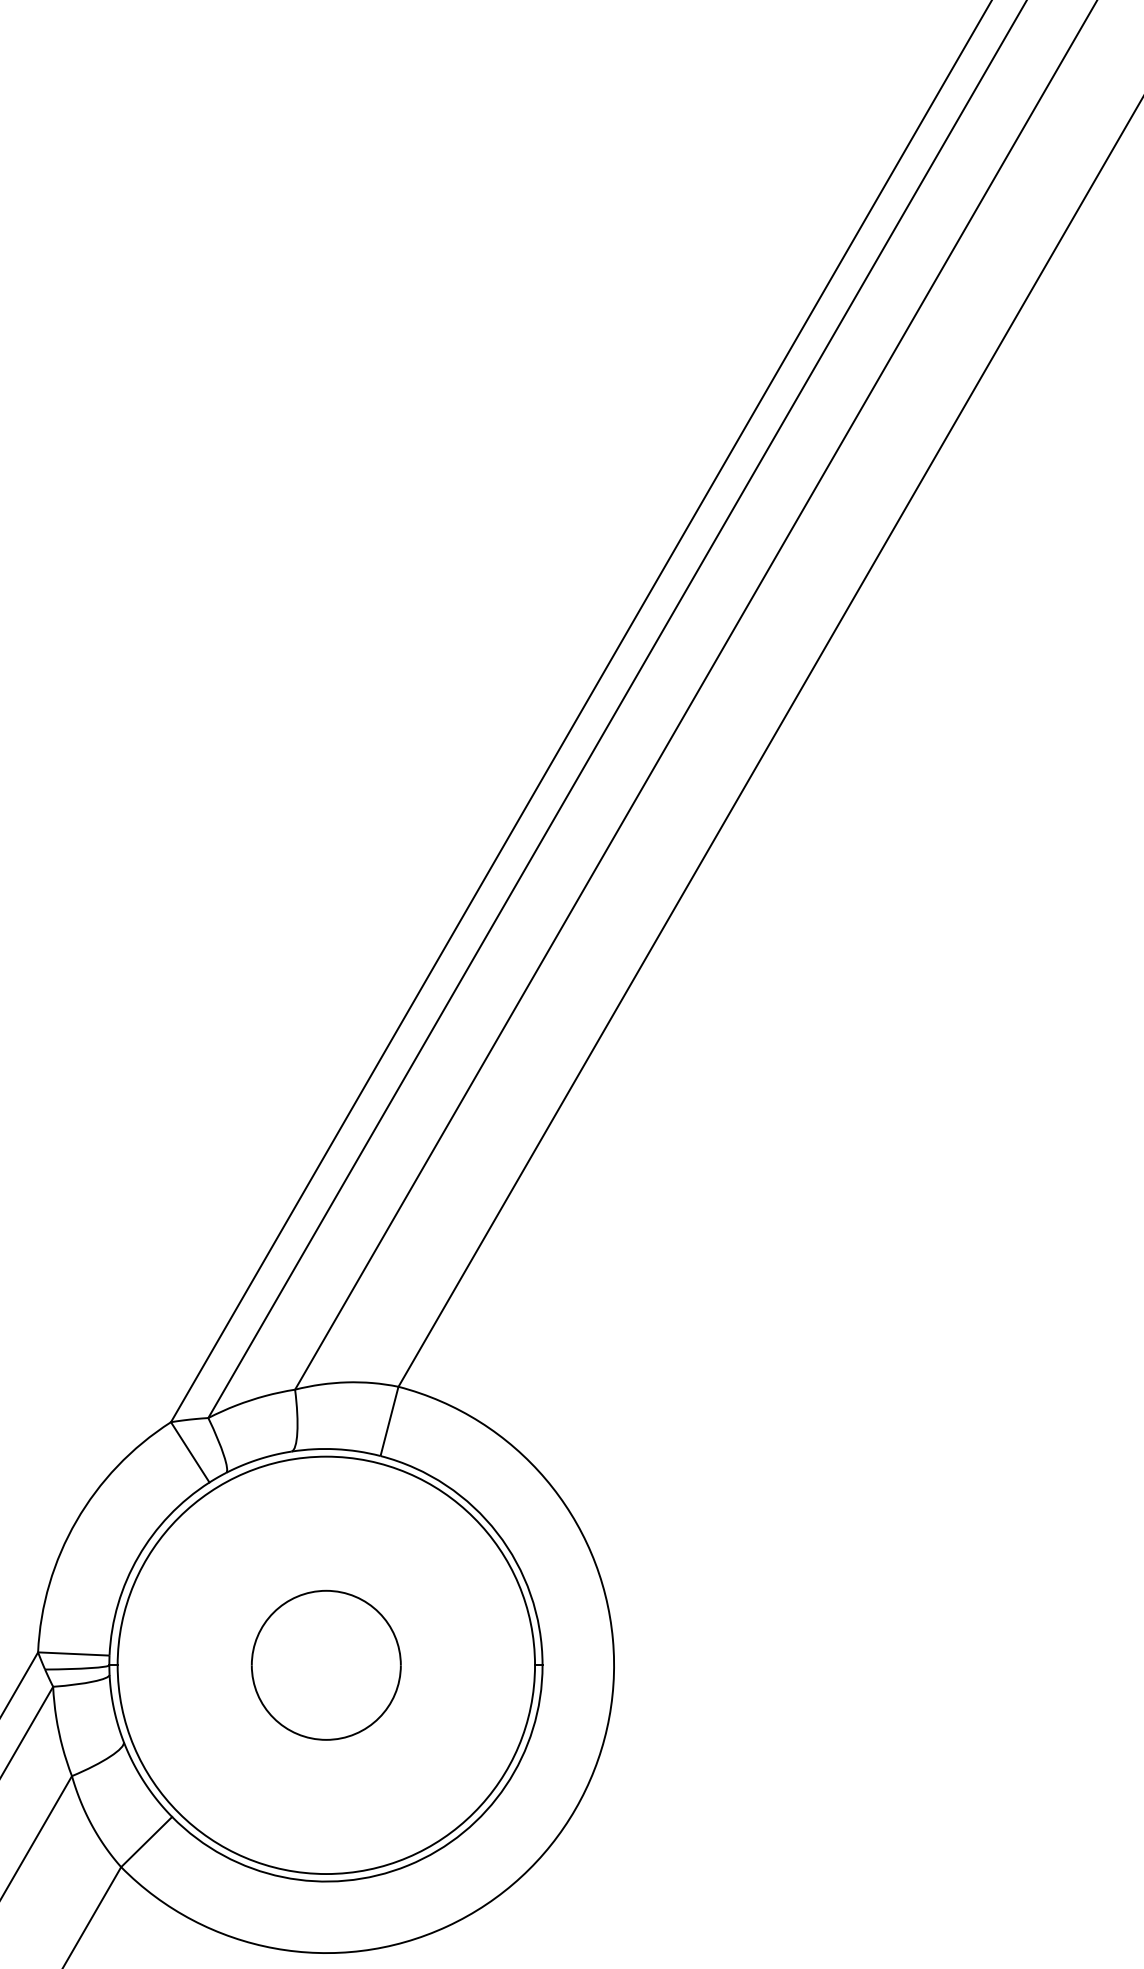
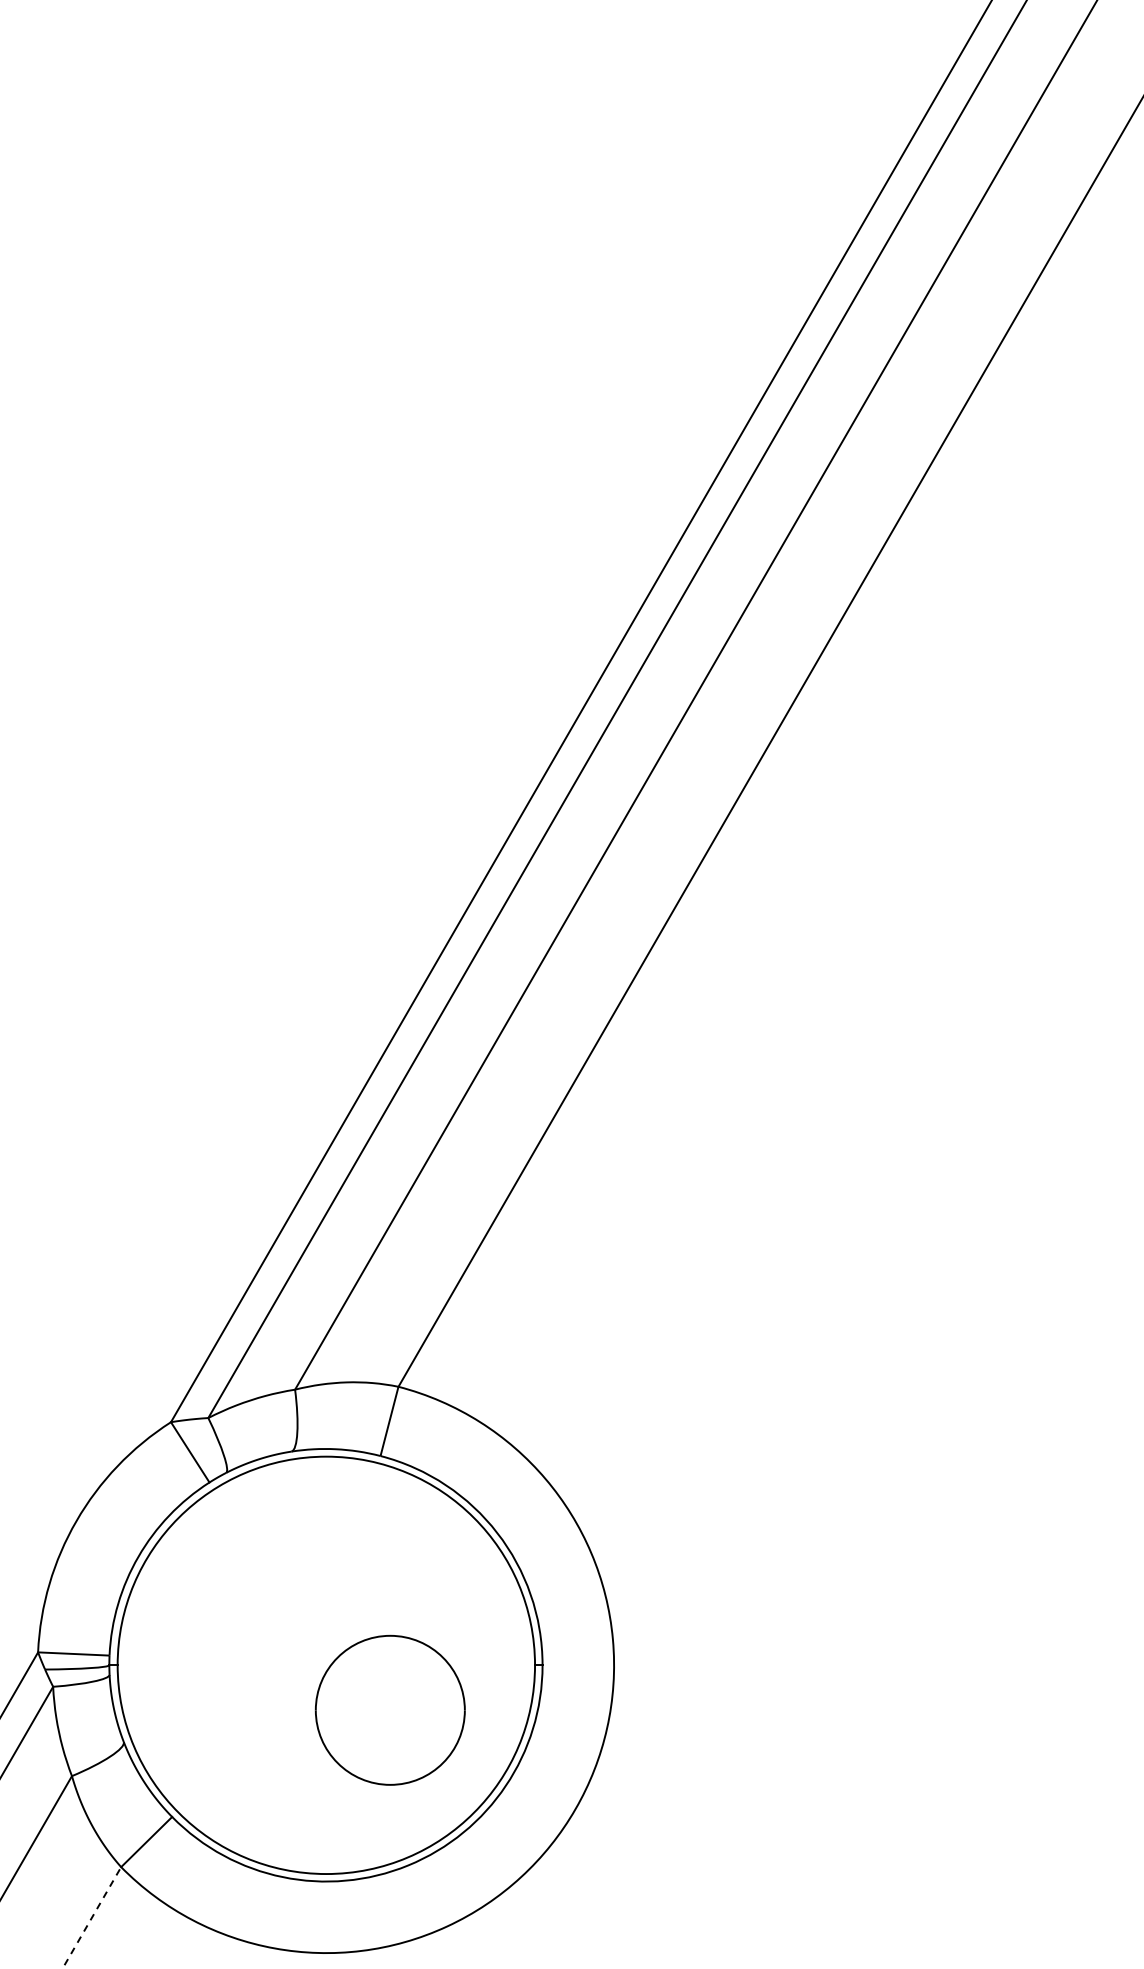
part at (325, 1664) position: (325, 1664) -> (389, 1709)
line at (92, 1917): solid -> dashed
